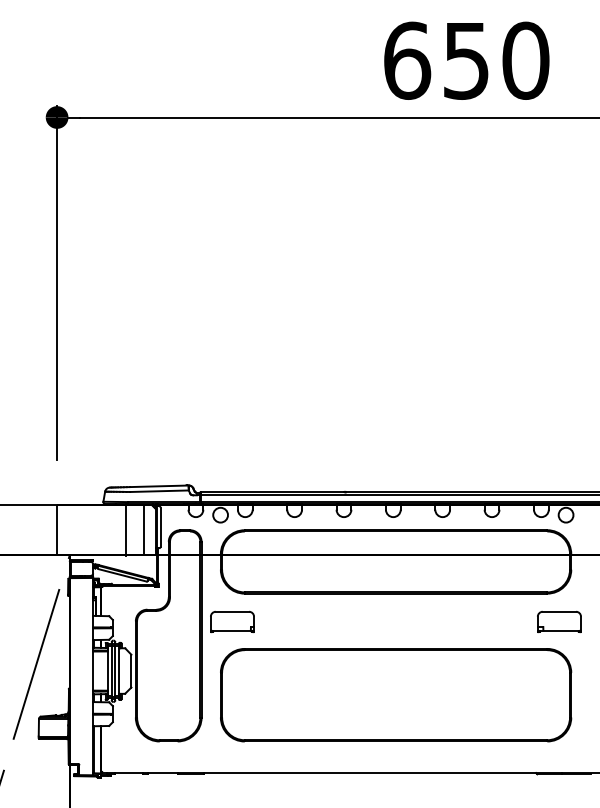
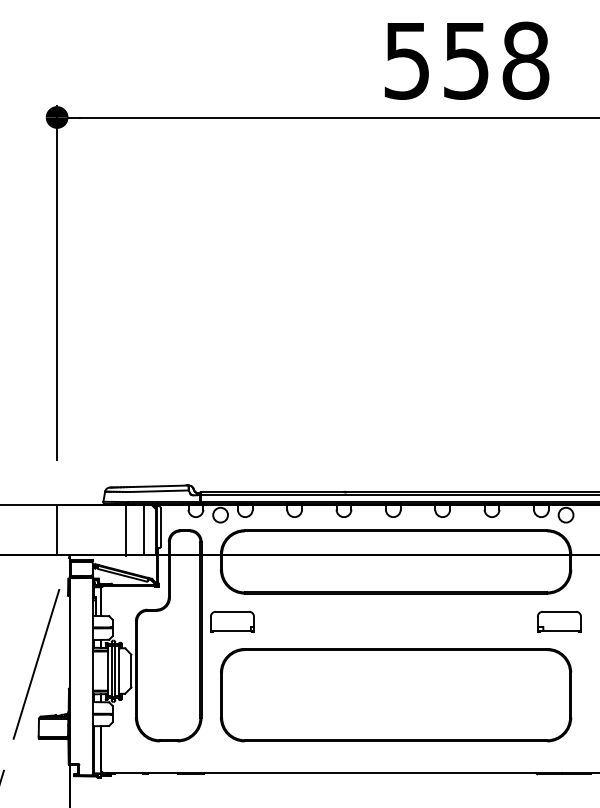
text at (466, 60): 650 -> 558
